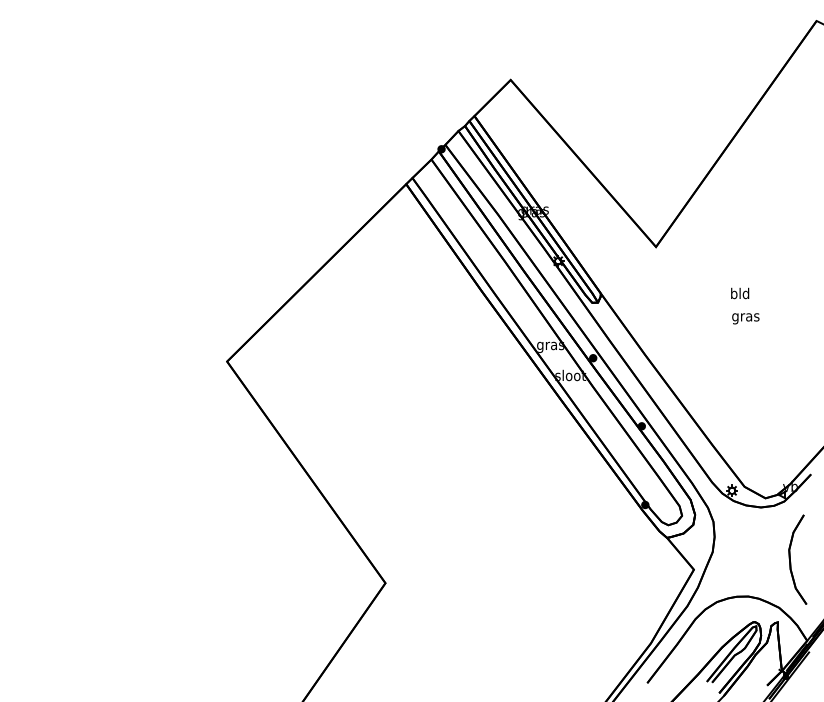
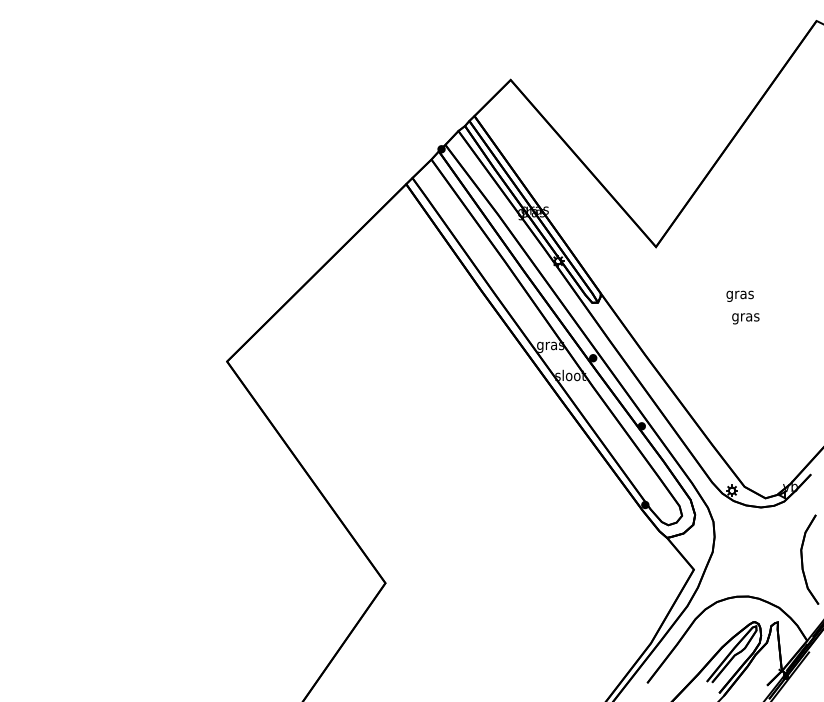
text at (739, 294): bld -> gras
part at (791, 562) position: (791, 562) -> (803, 562)
